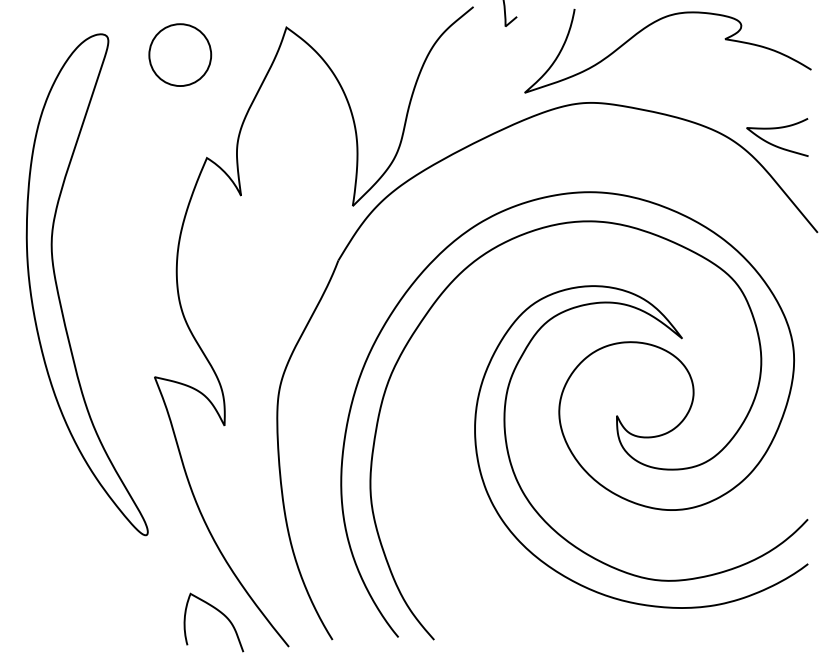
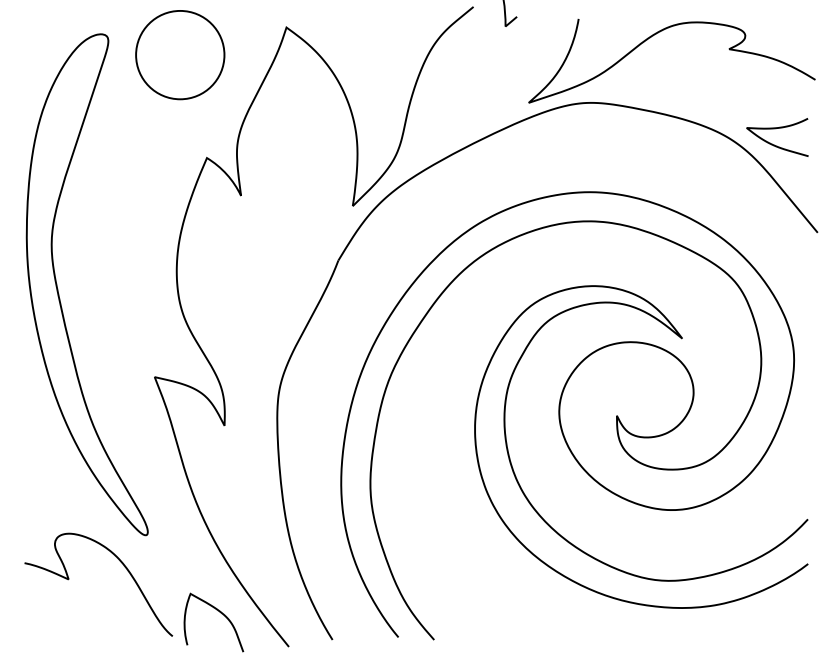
curve at (654, 23) position: (654, 23) -> (658, 33)
circle at (180, 55) diameter: 62 px -> 88 px
curve at (69, 579): none -> present
